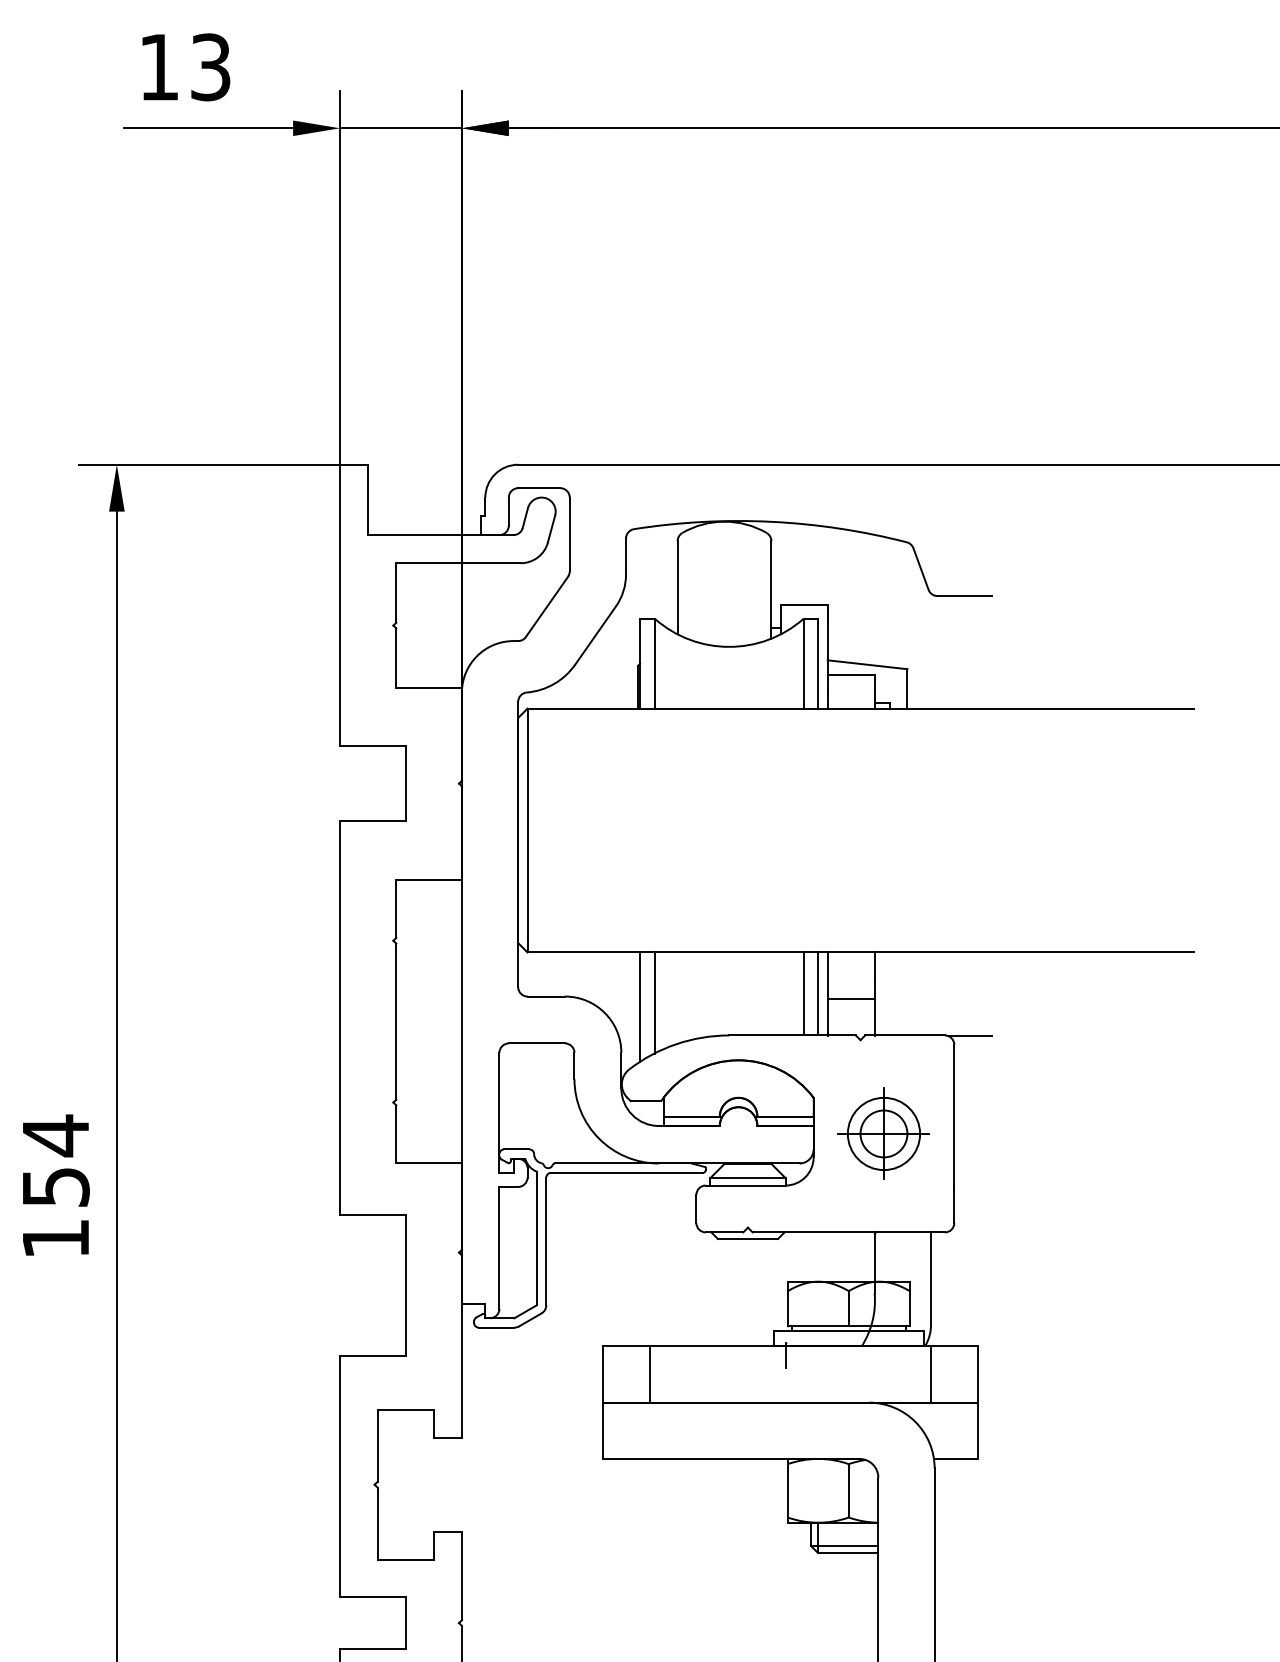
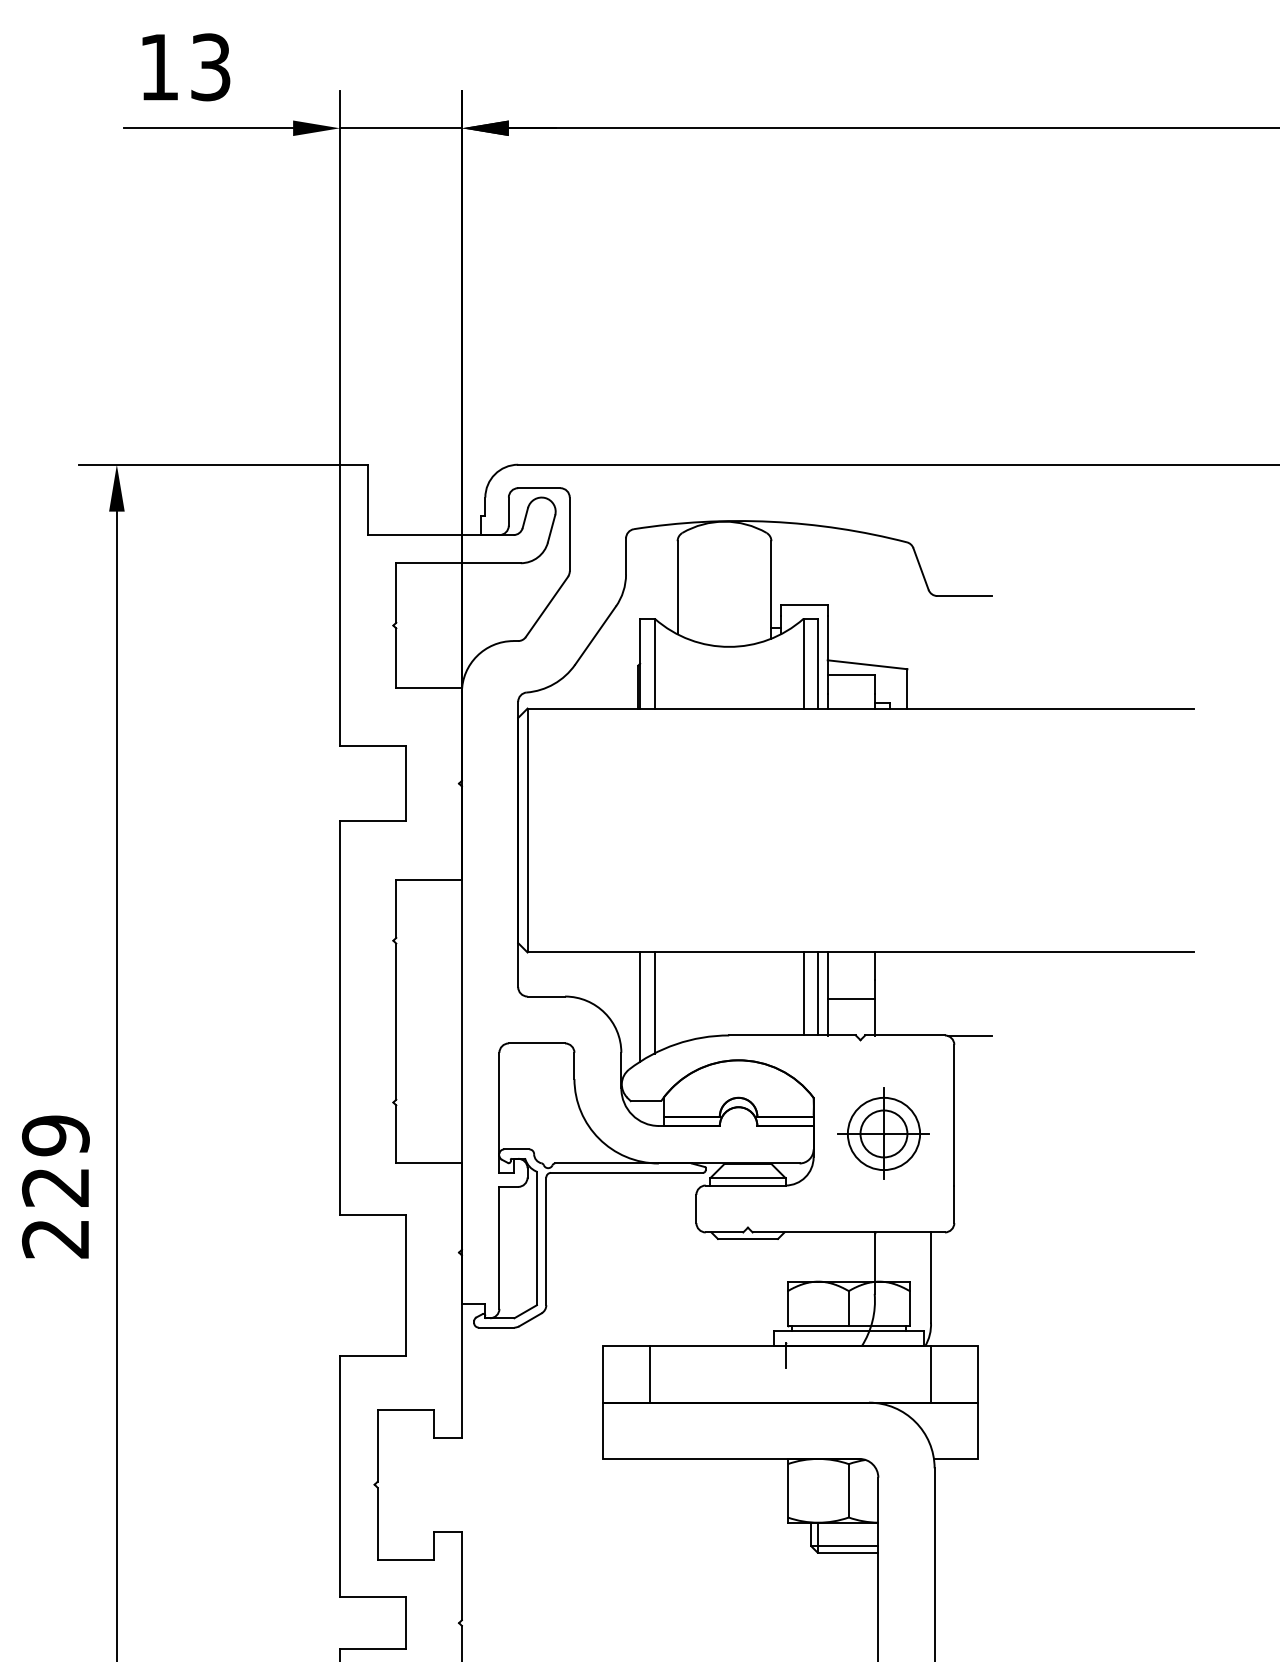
text at (55, 1186): 154 -> 229
